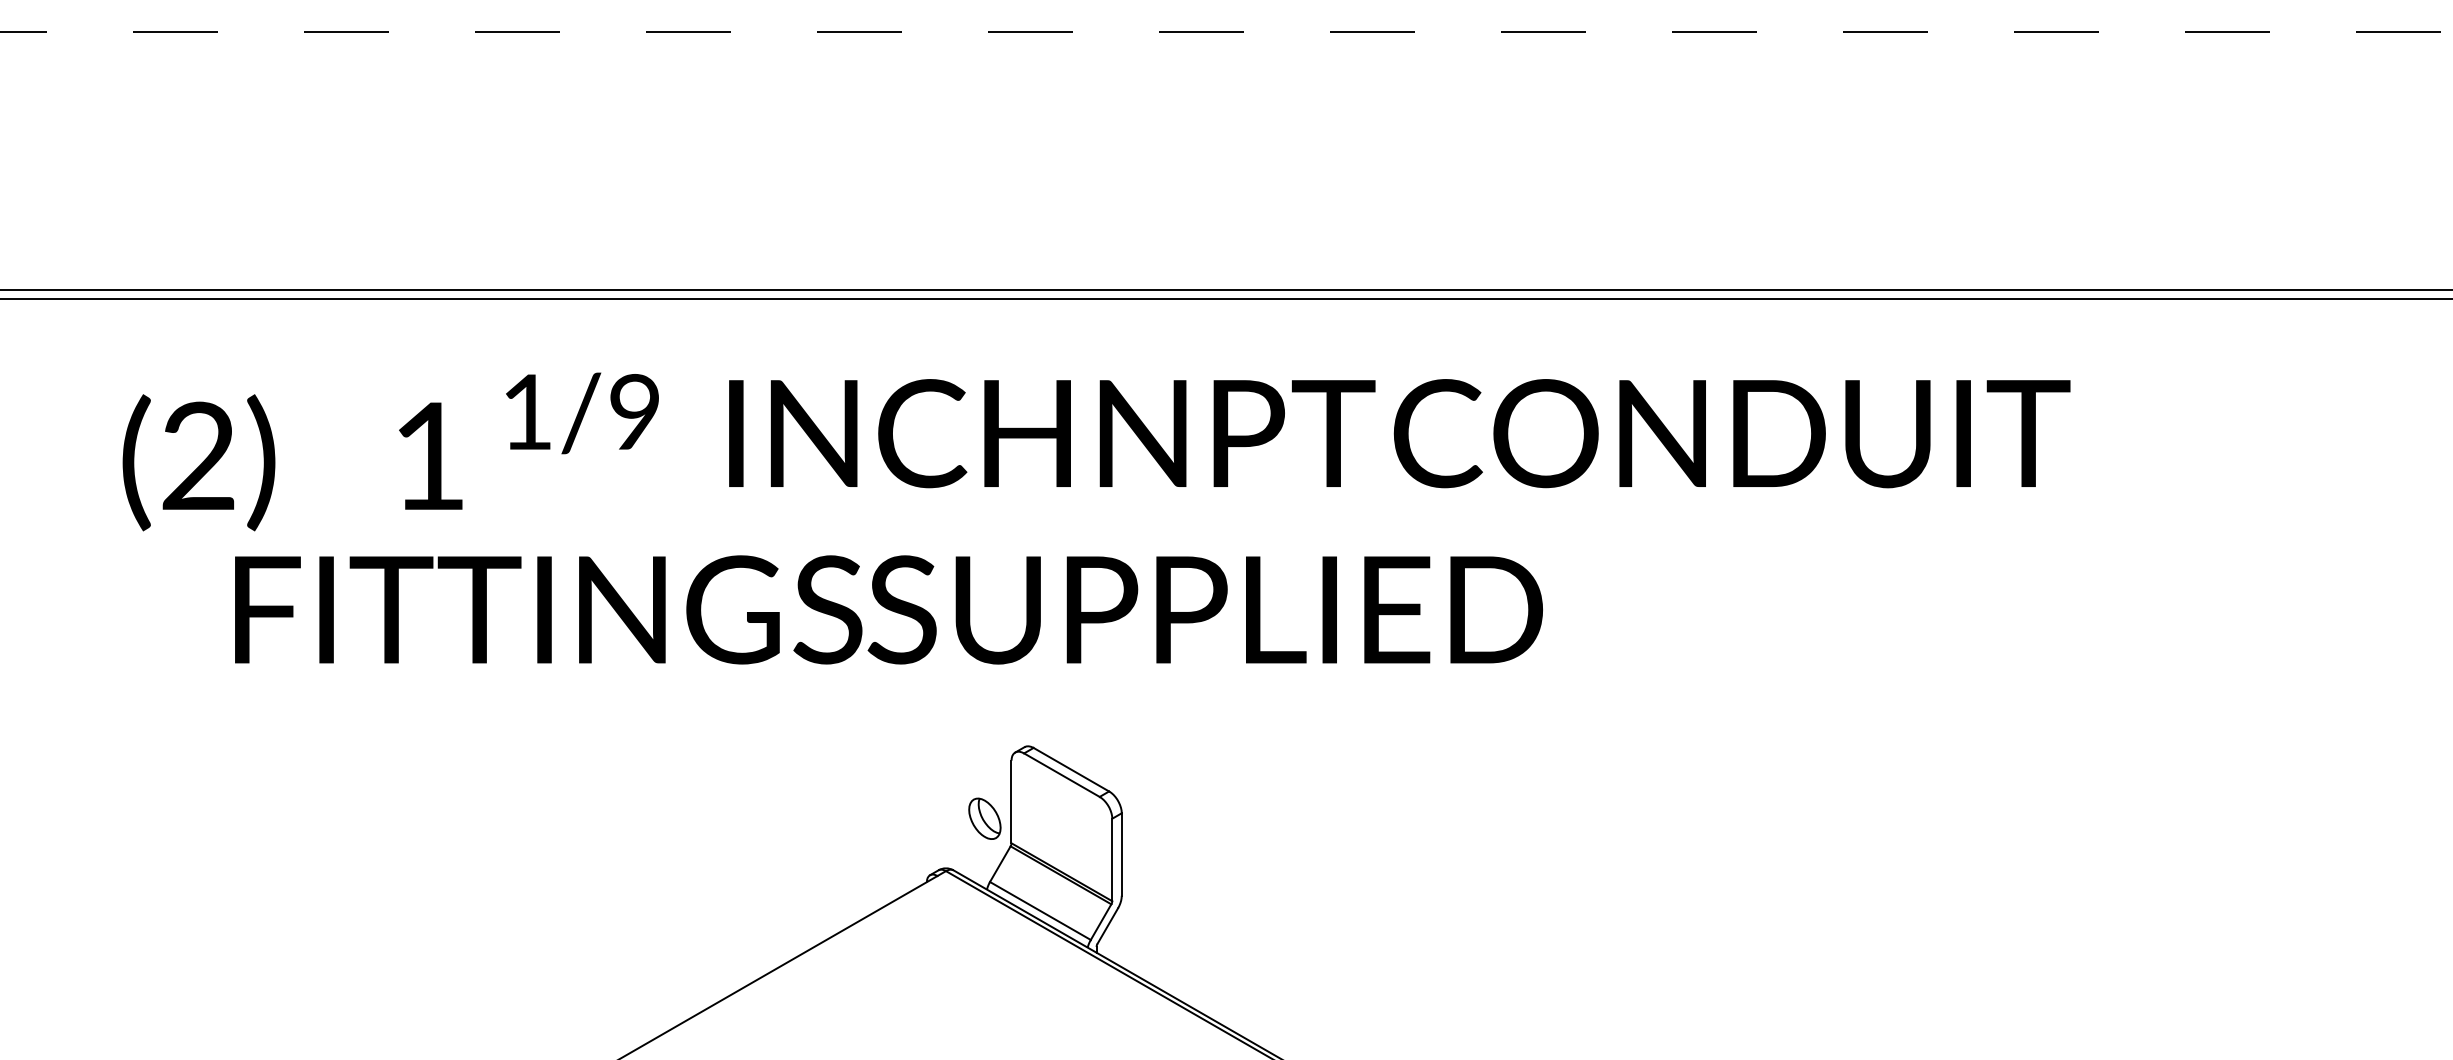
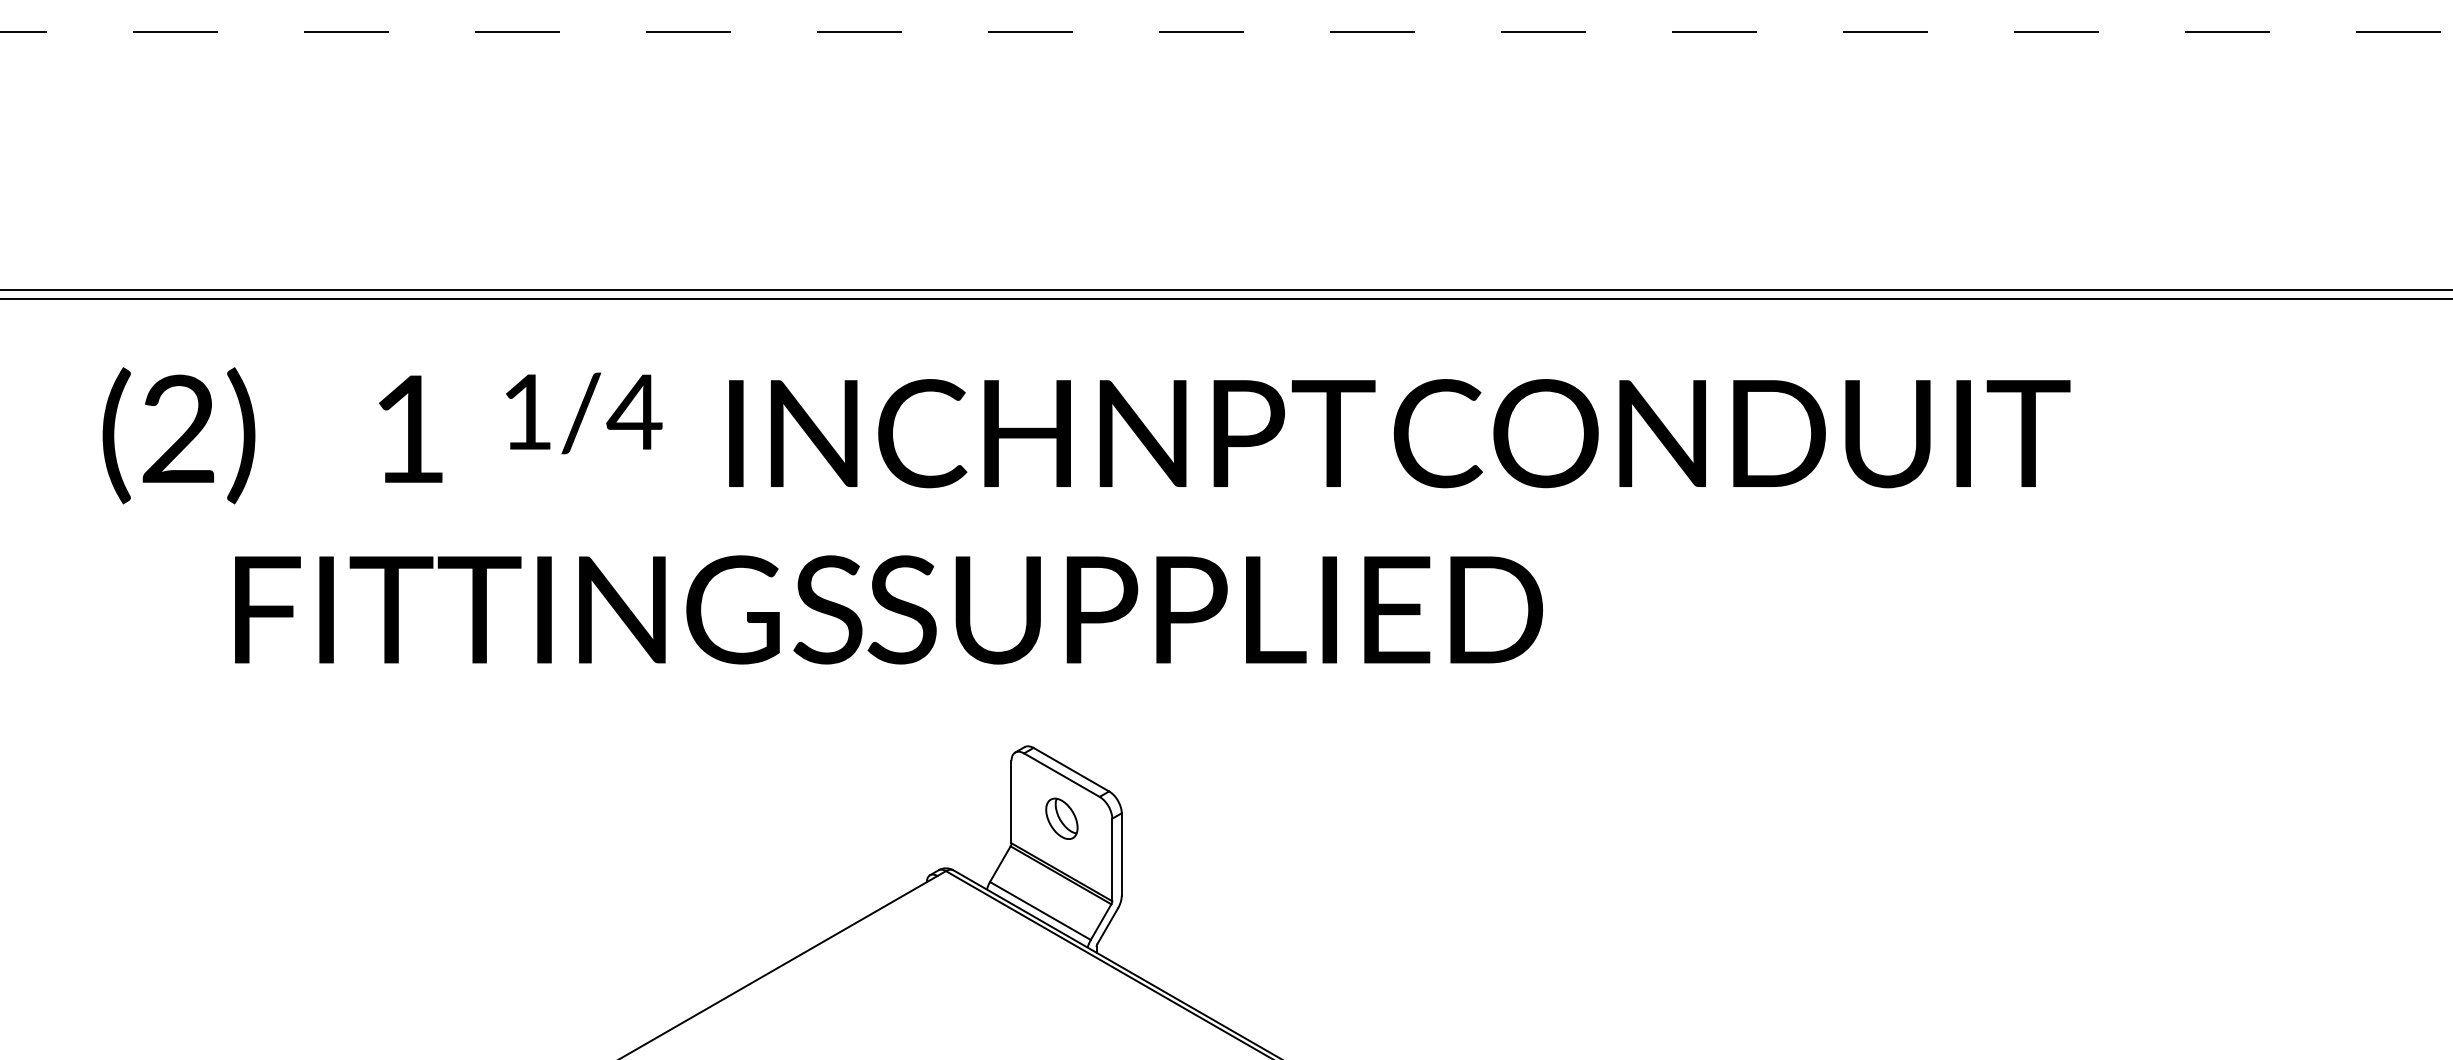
text at (634, 411): 1/9 -> 1/4
text at (292, 462) position: (292, 462) -> (272, 435)
part at (984, 818) position: (984, 818) -> (1061, 818)
